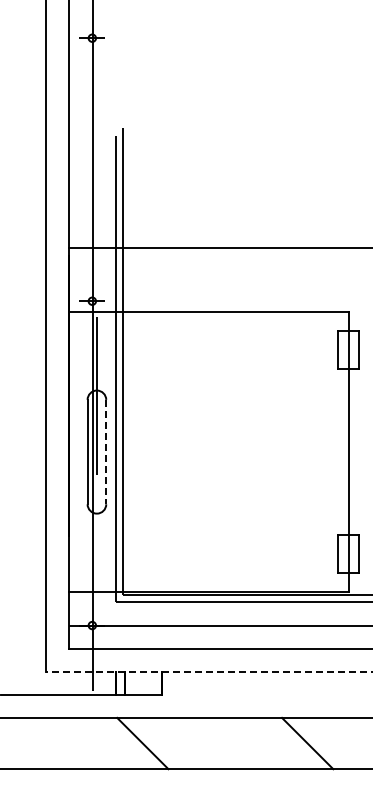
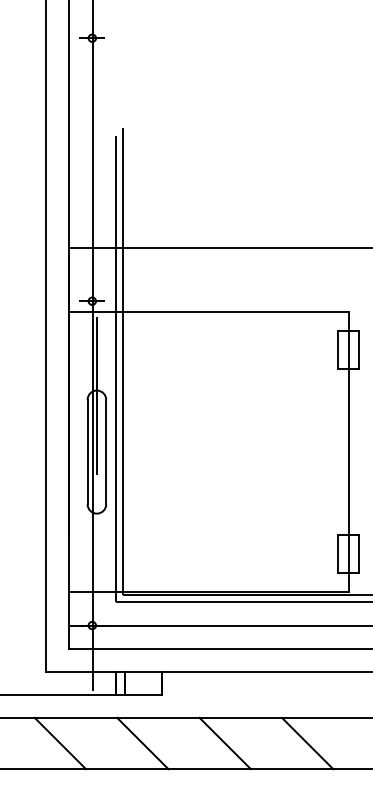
line at (106, 452): dashed -> solid
line at (208, 671): dashed -> solid
line at (60, 743): none -> present
line at (224, 743): none -> present
